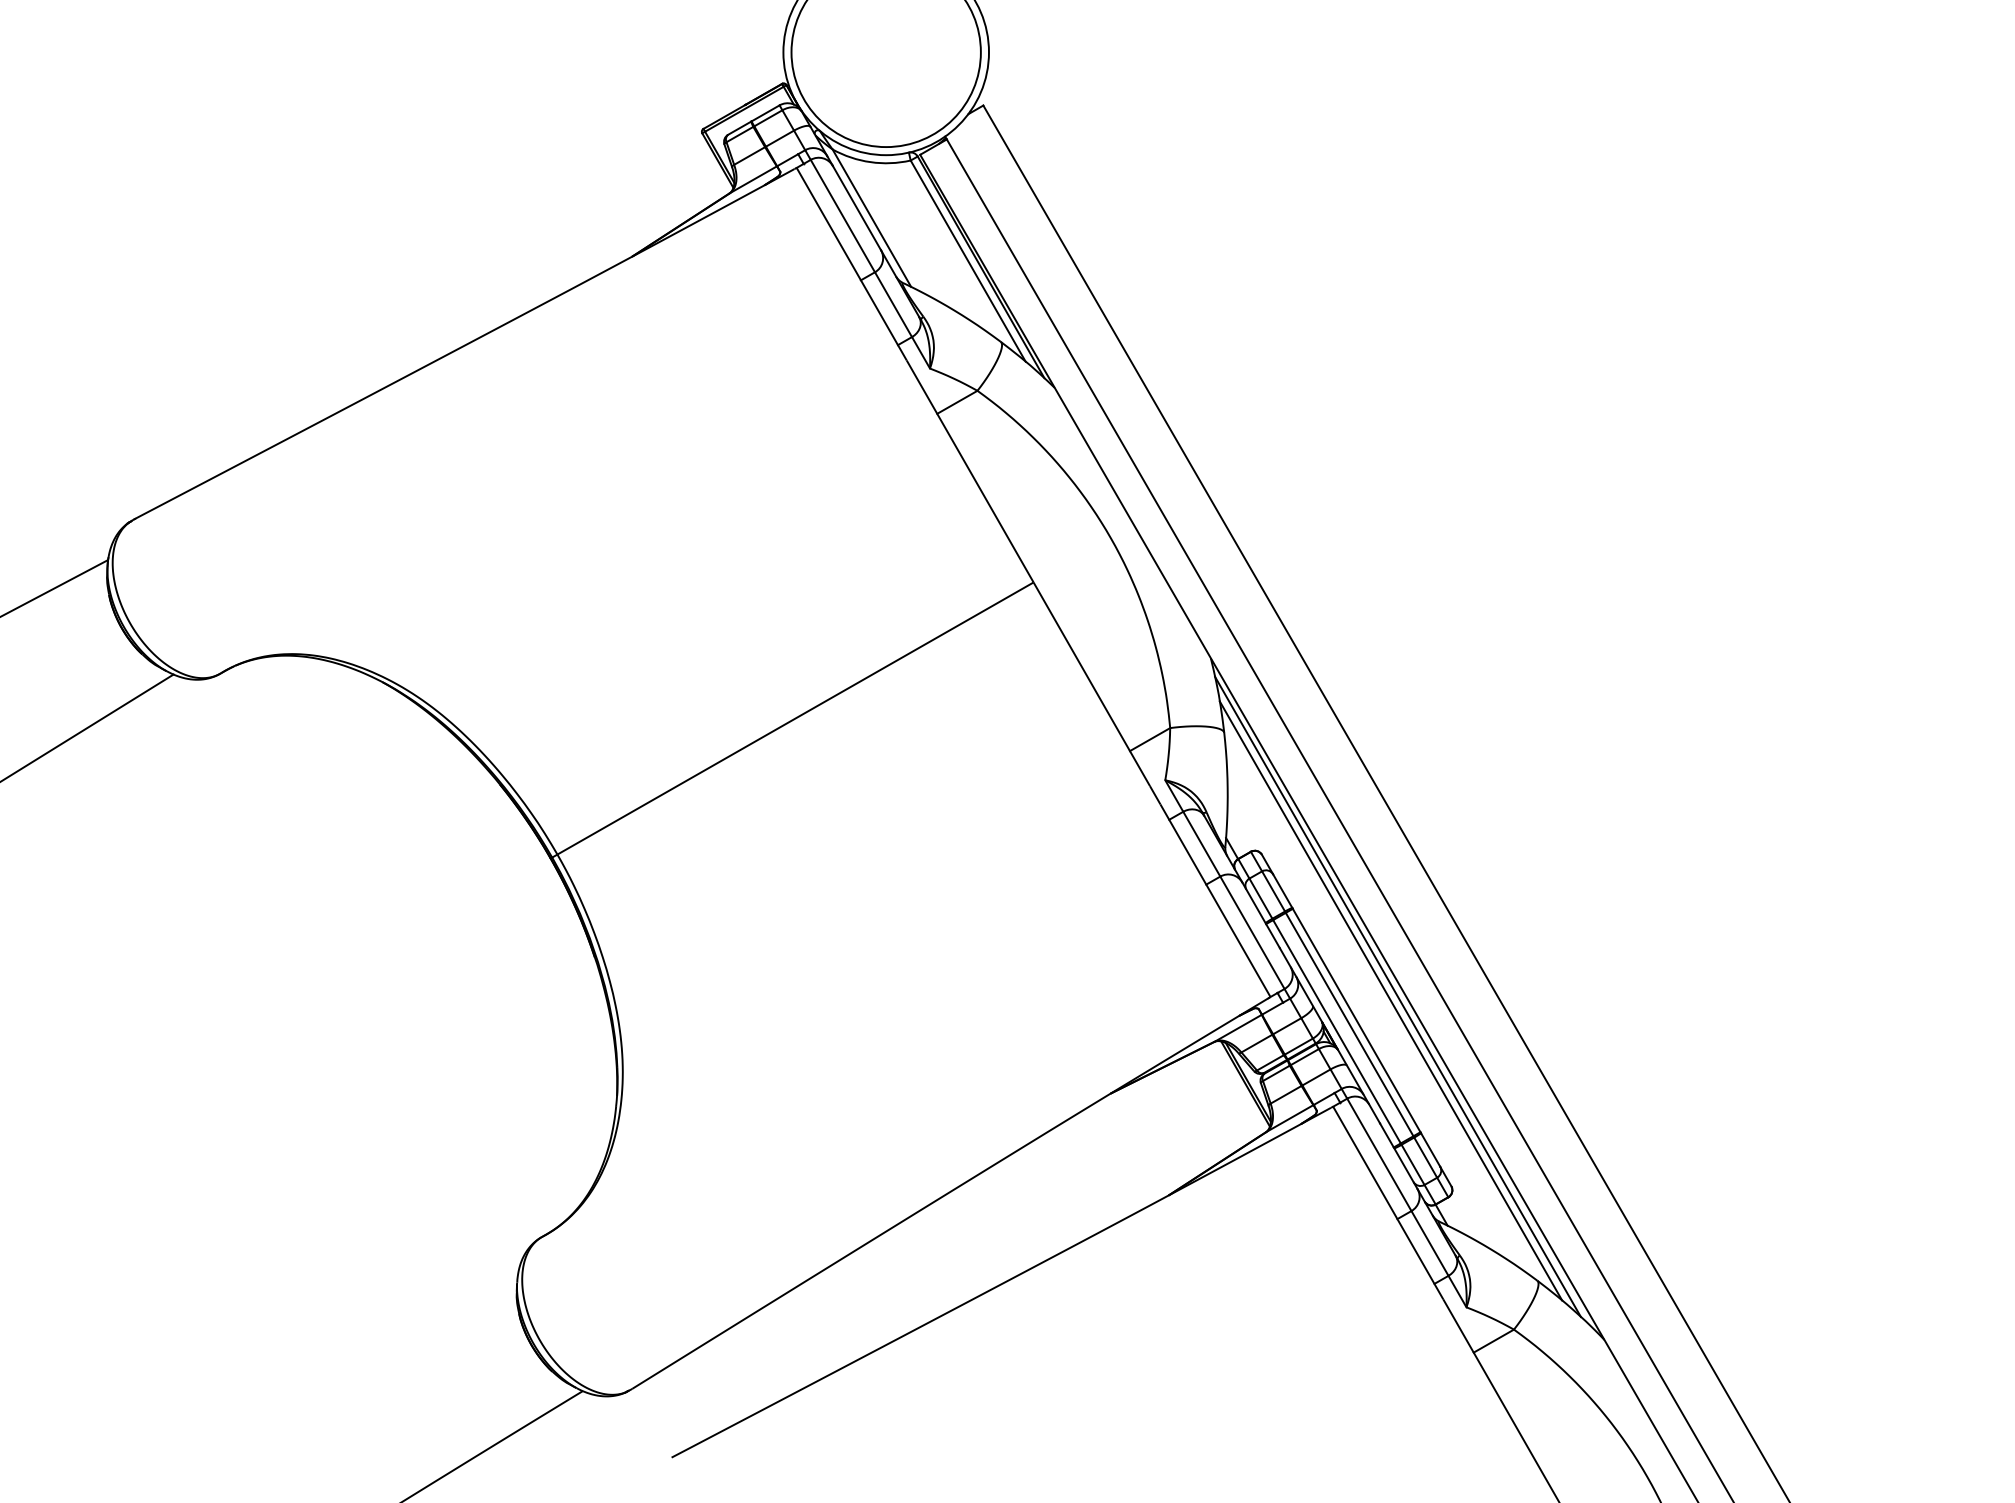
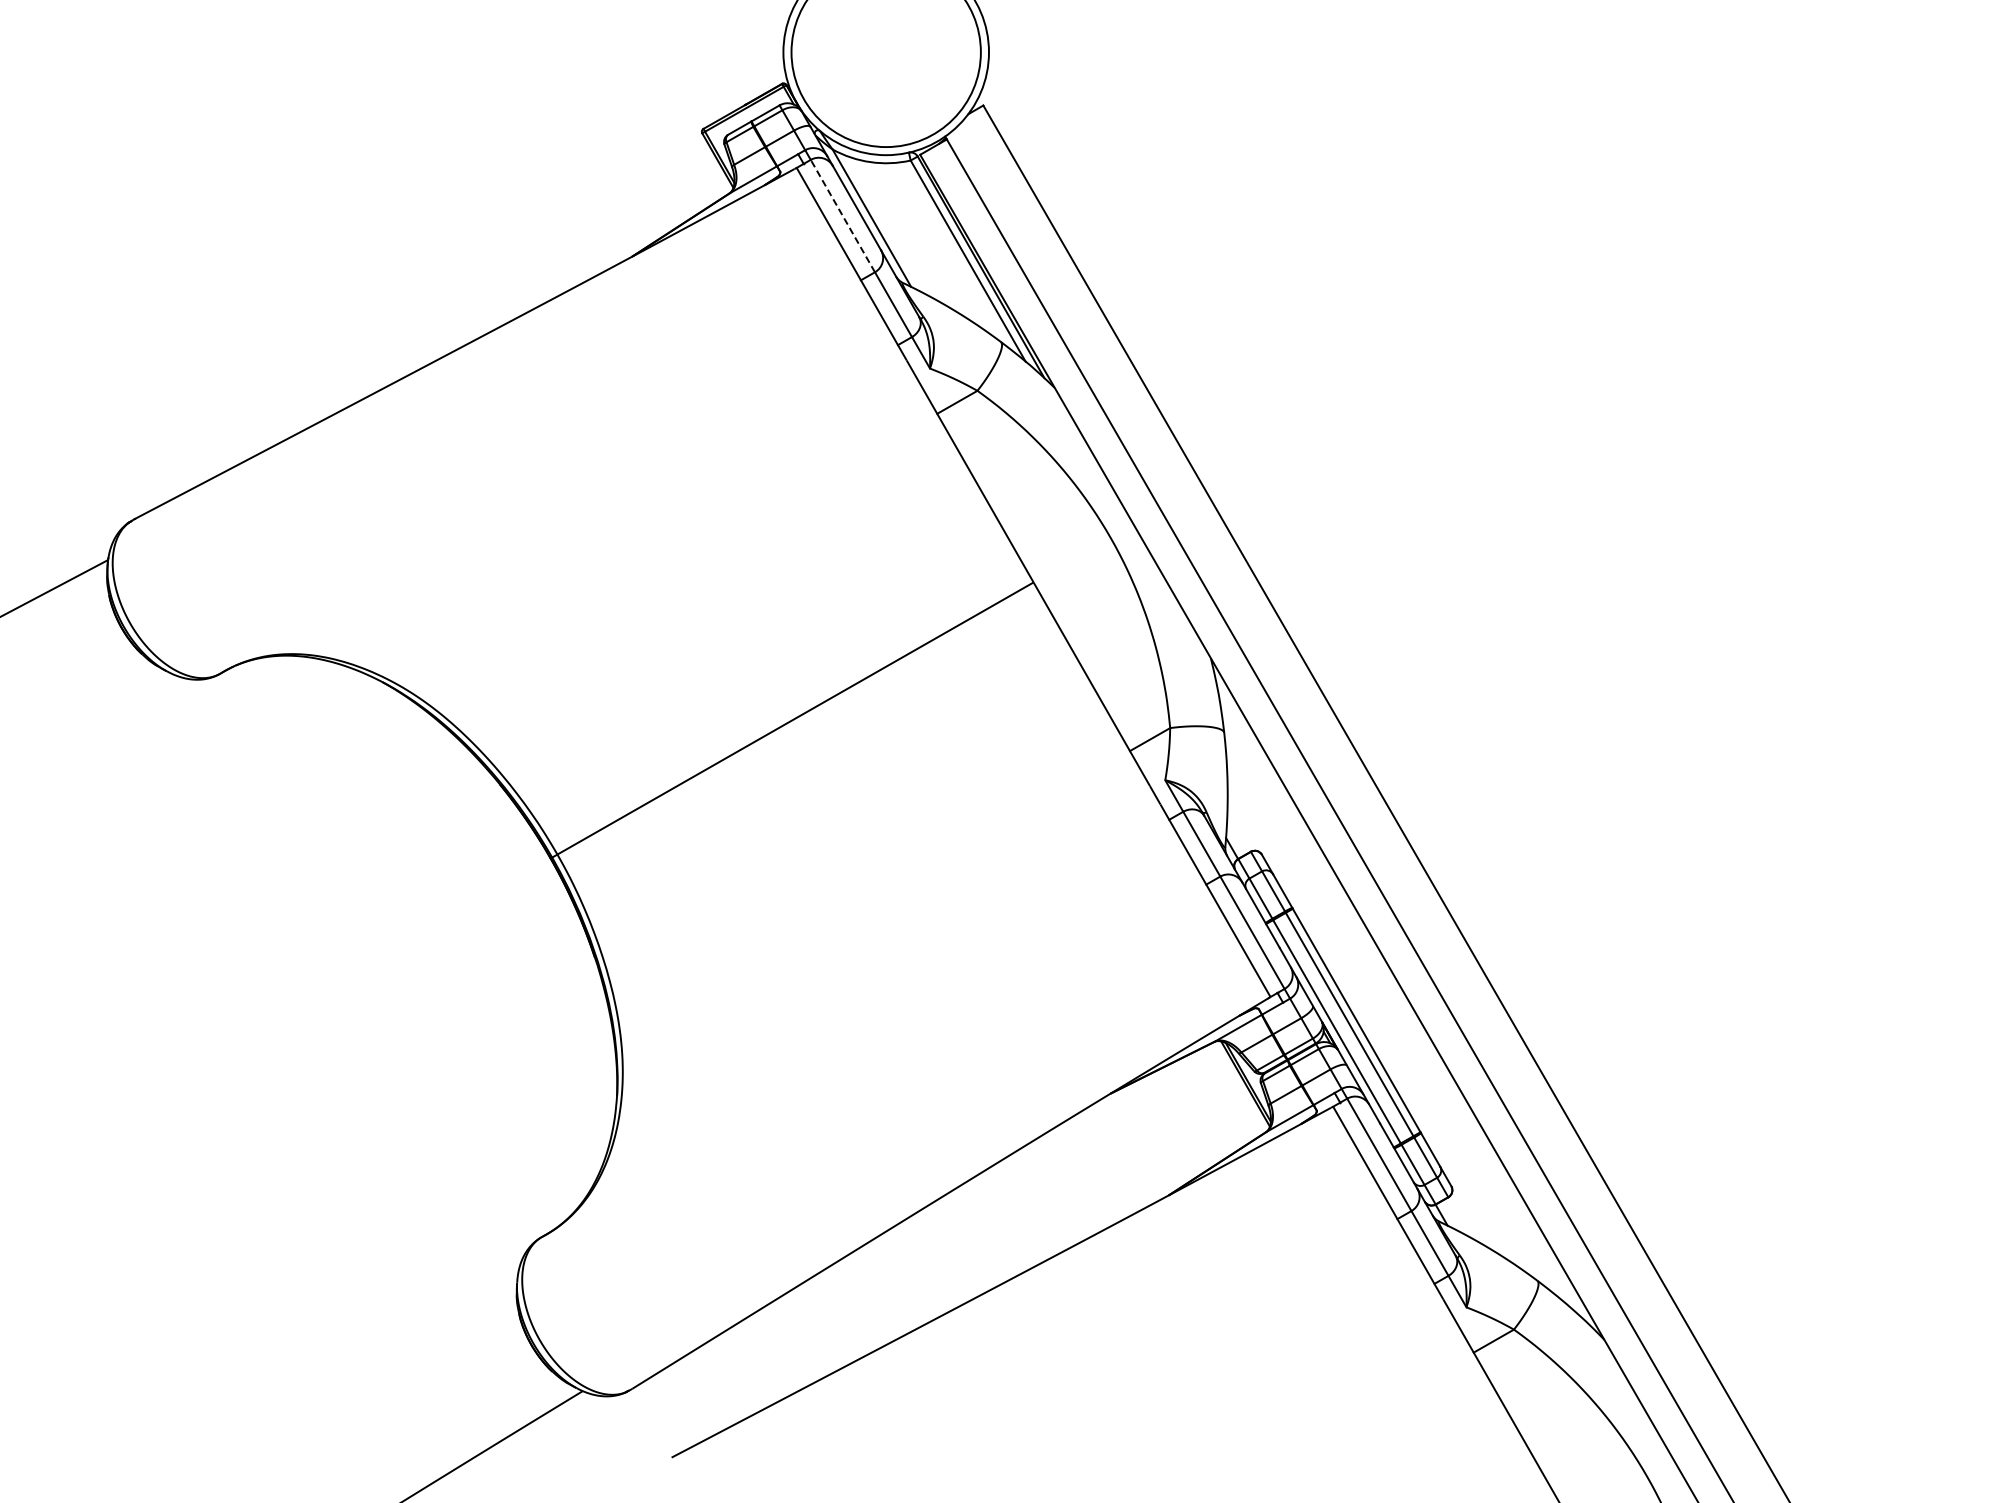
line at (842, 216): solid -> dashed
line at (87, 727): present -> none
line at (1397, 996): present -> none
line at (1390, 1000): present -> none
